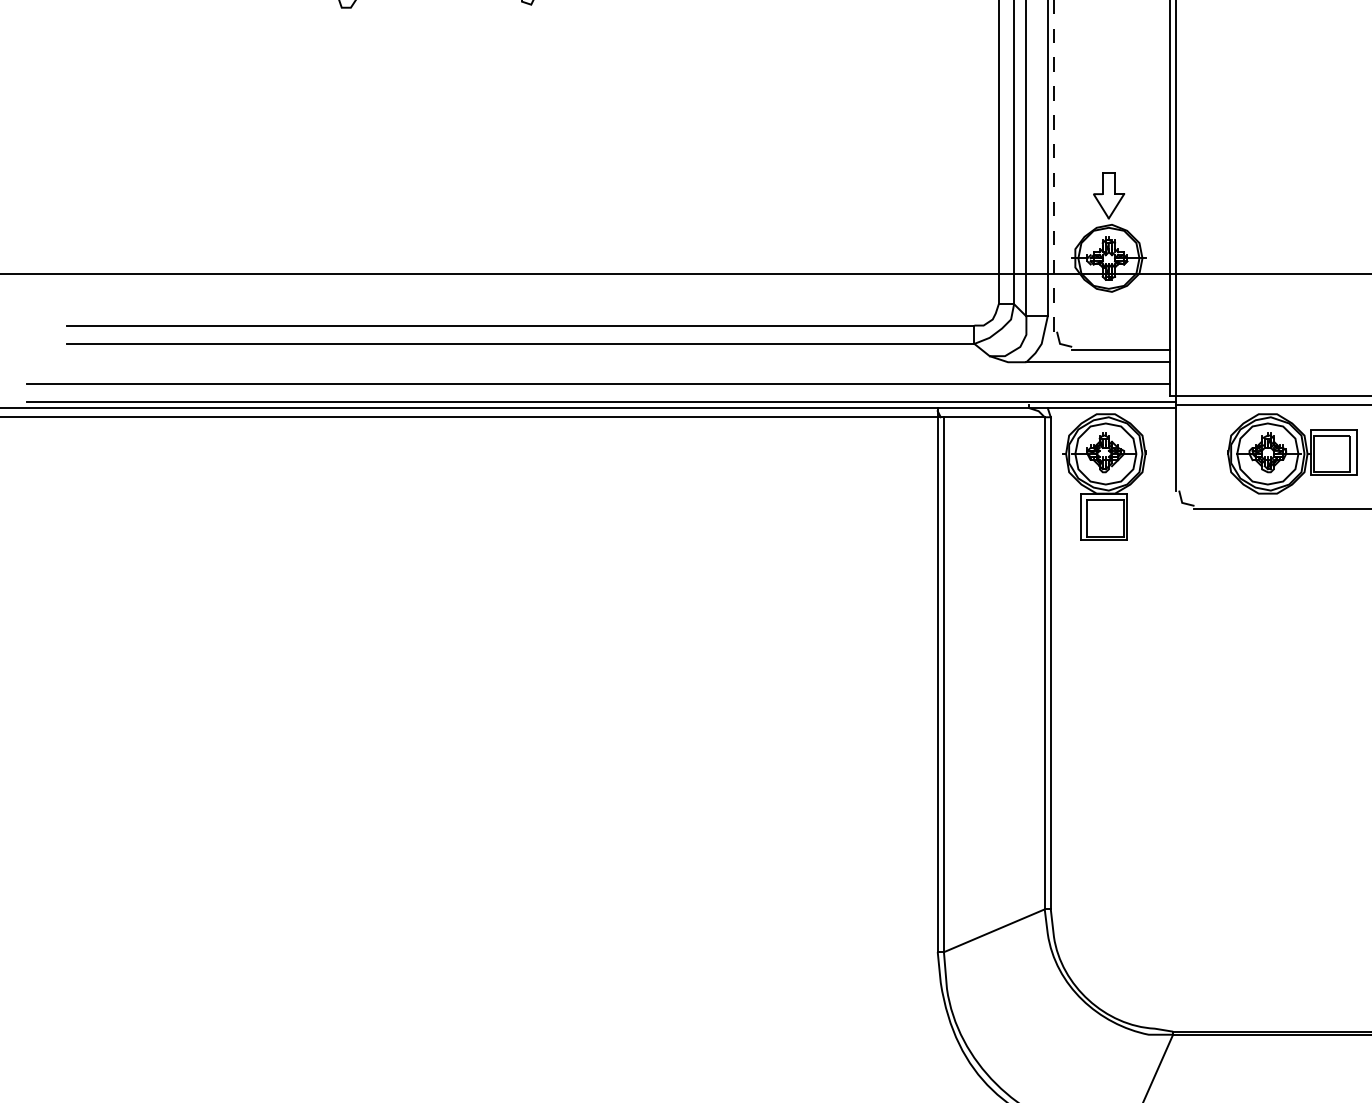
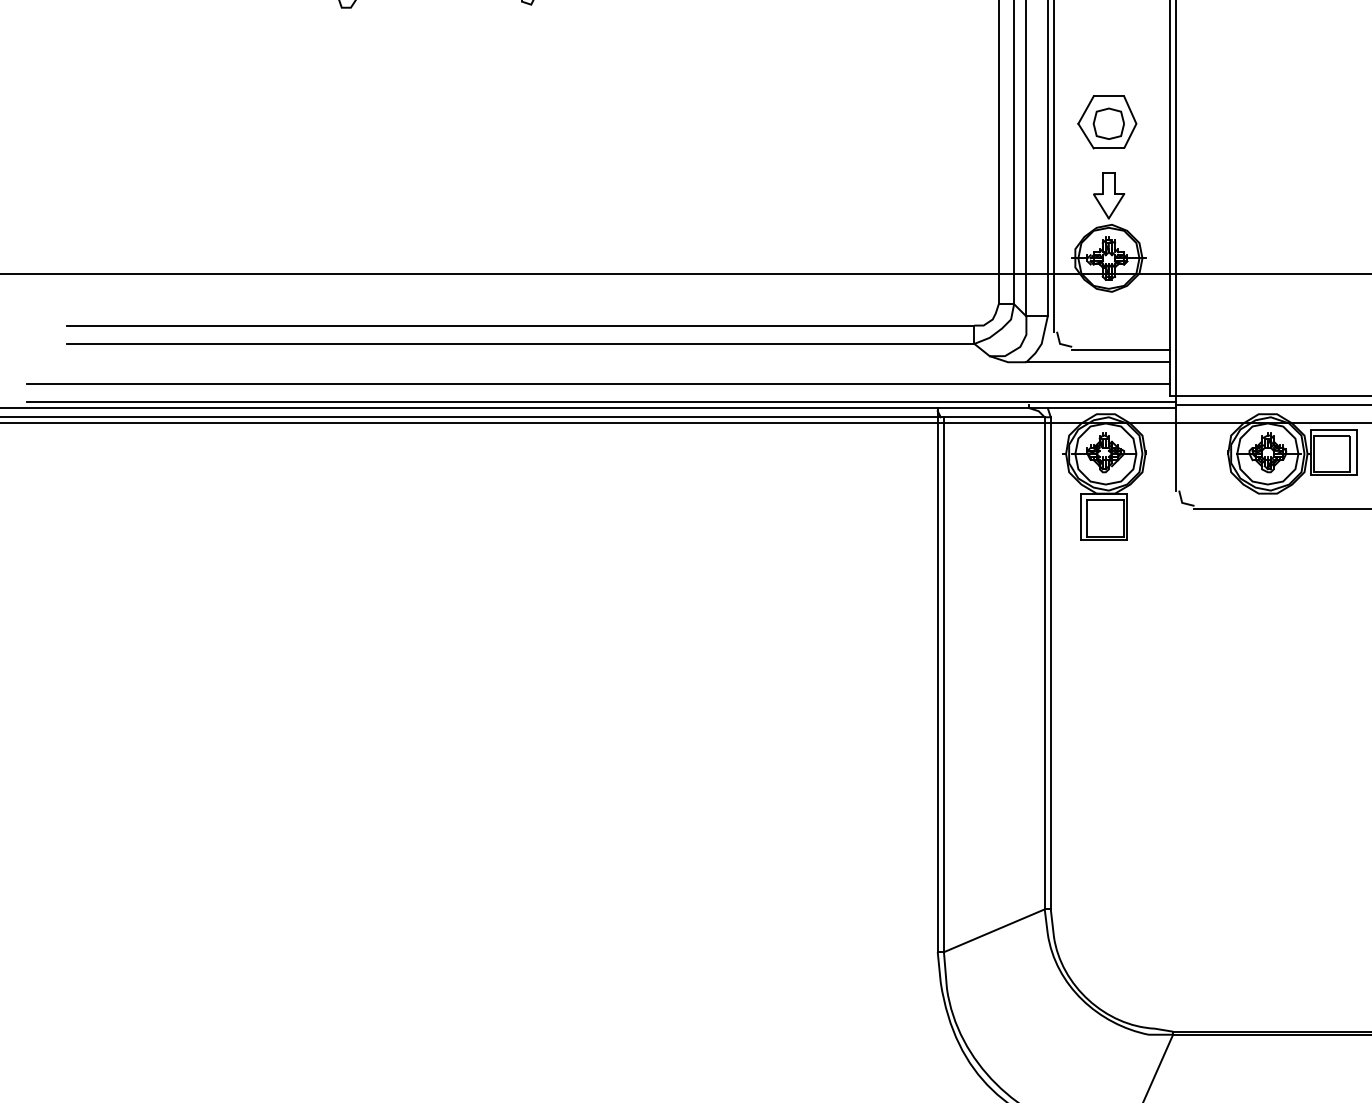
part at (1107, 122): none -> present
line at (1053, 165): dashed -> solid
line at (685, 423): none -> present
